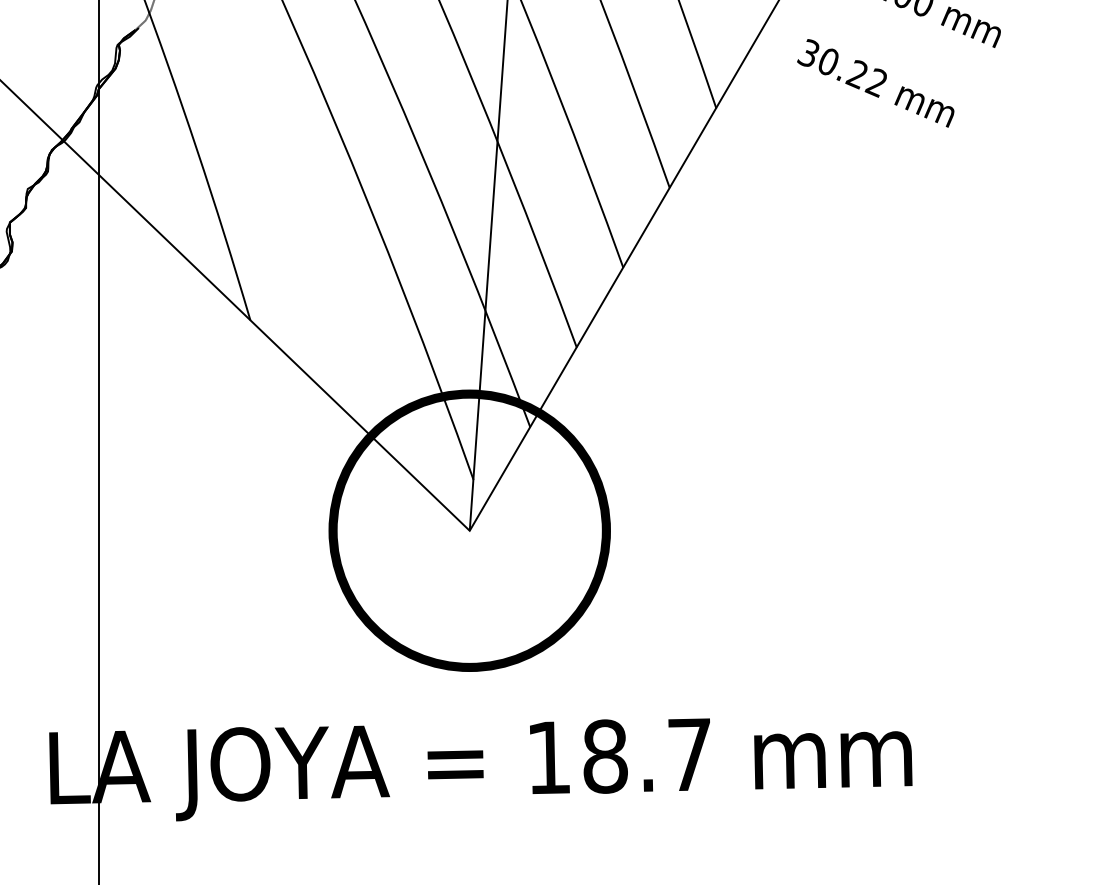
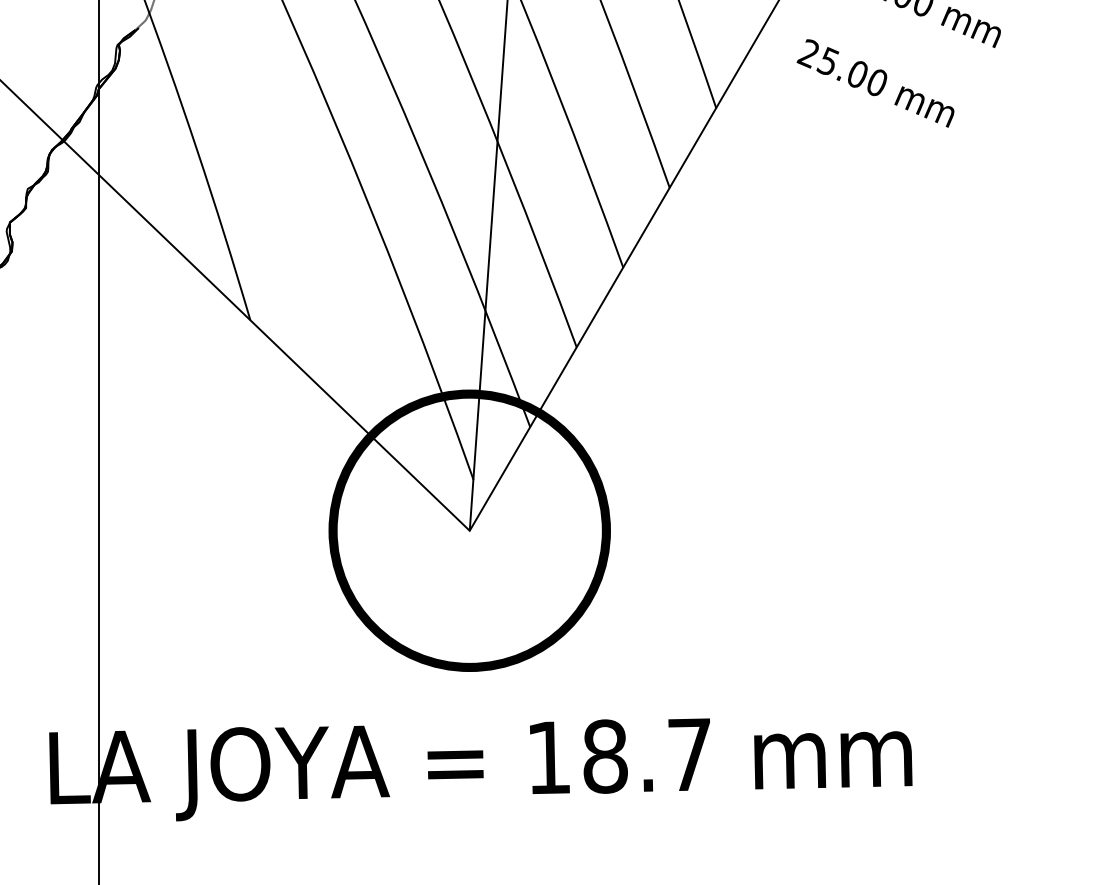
text at (841, 68): 30.22 -> 25.00
